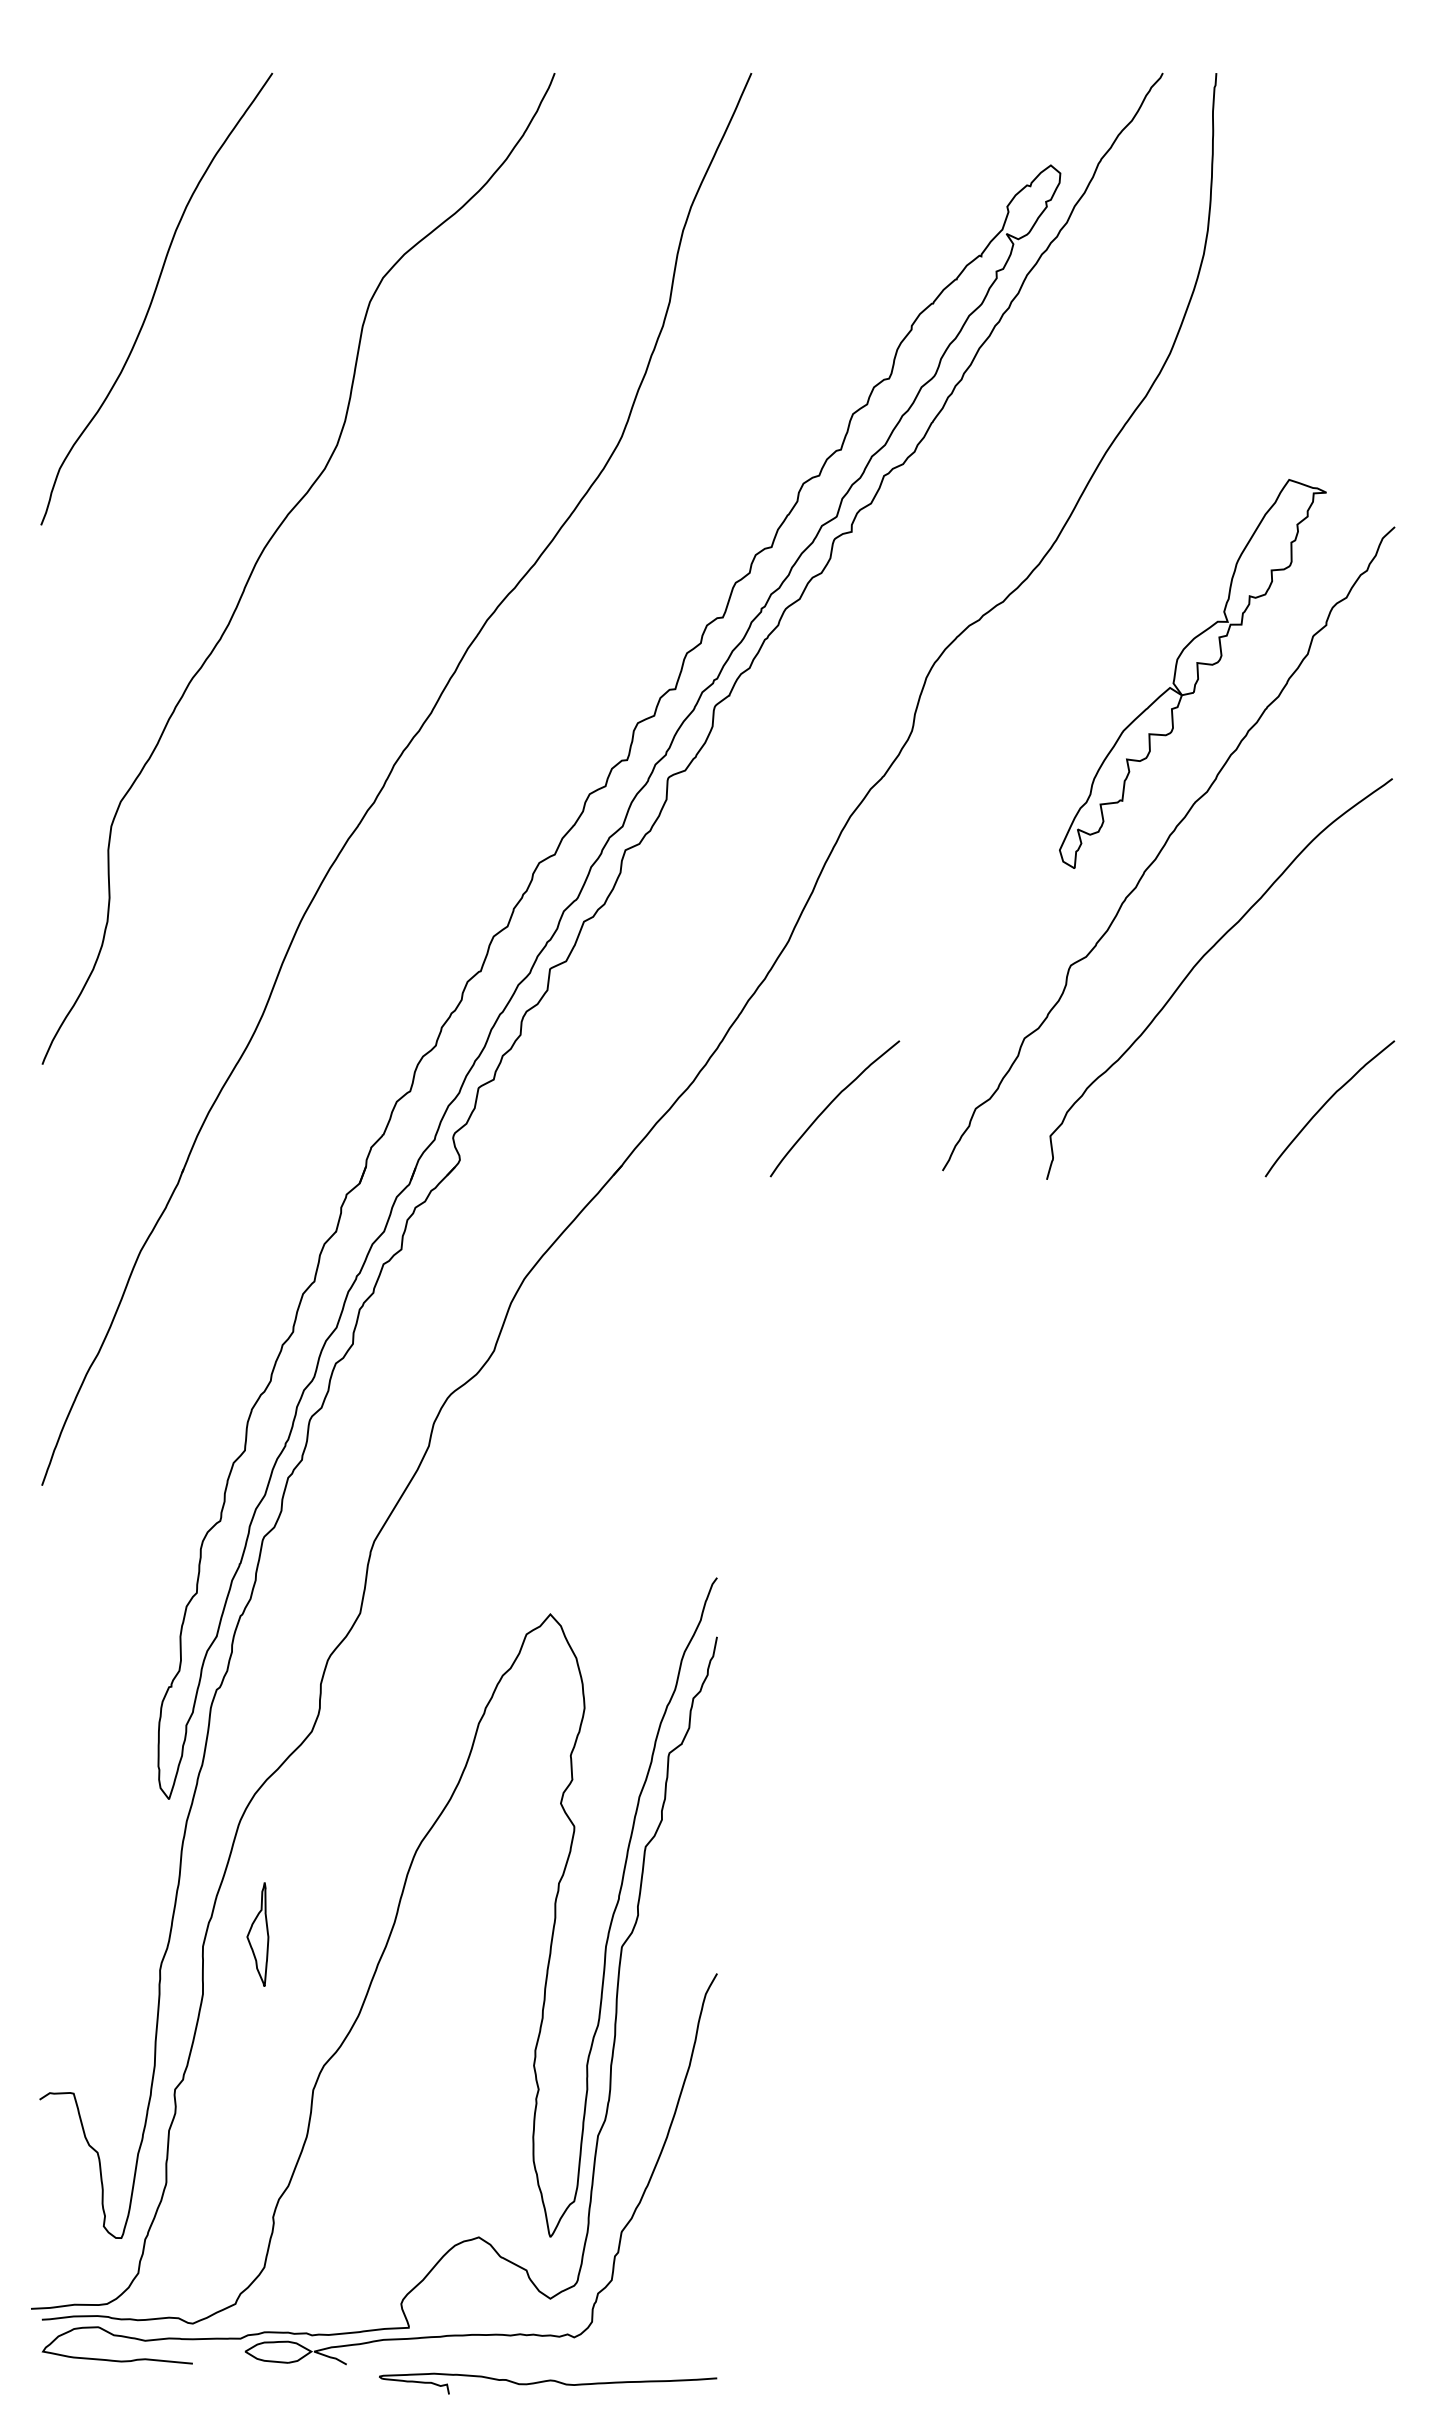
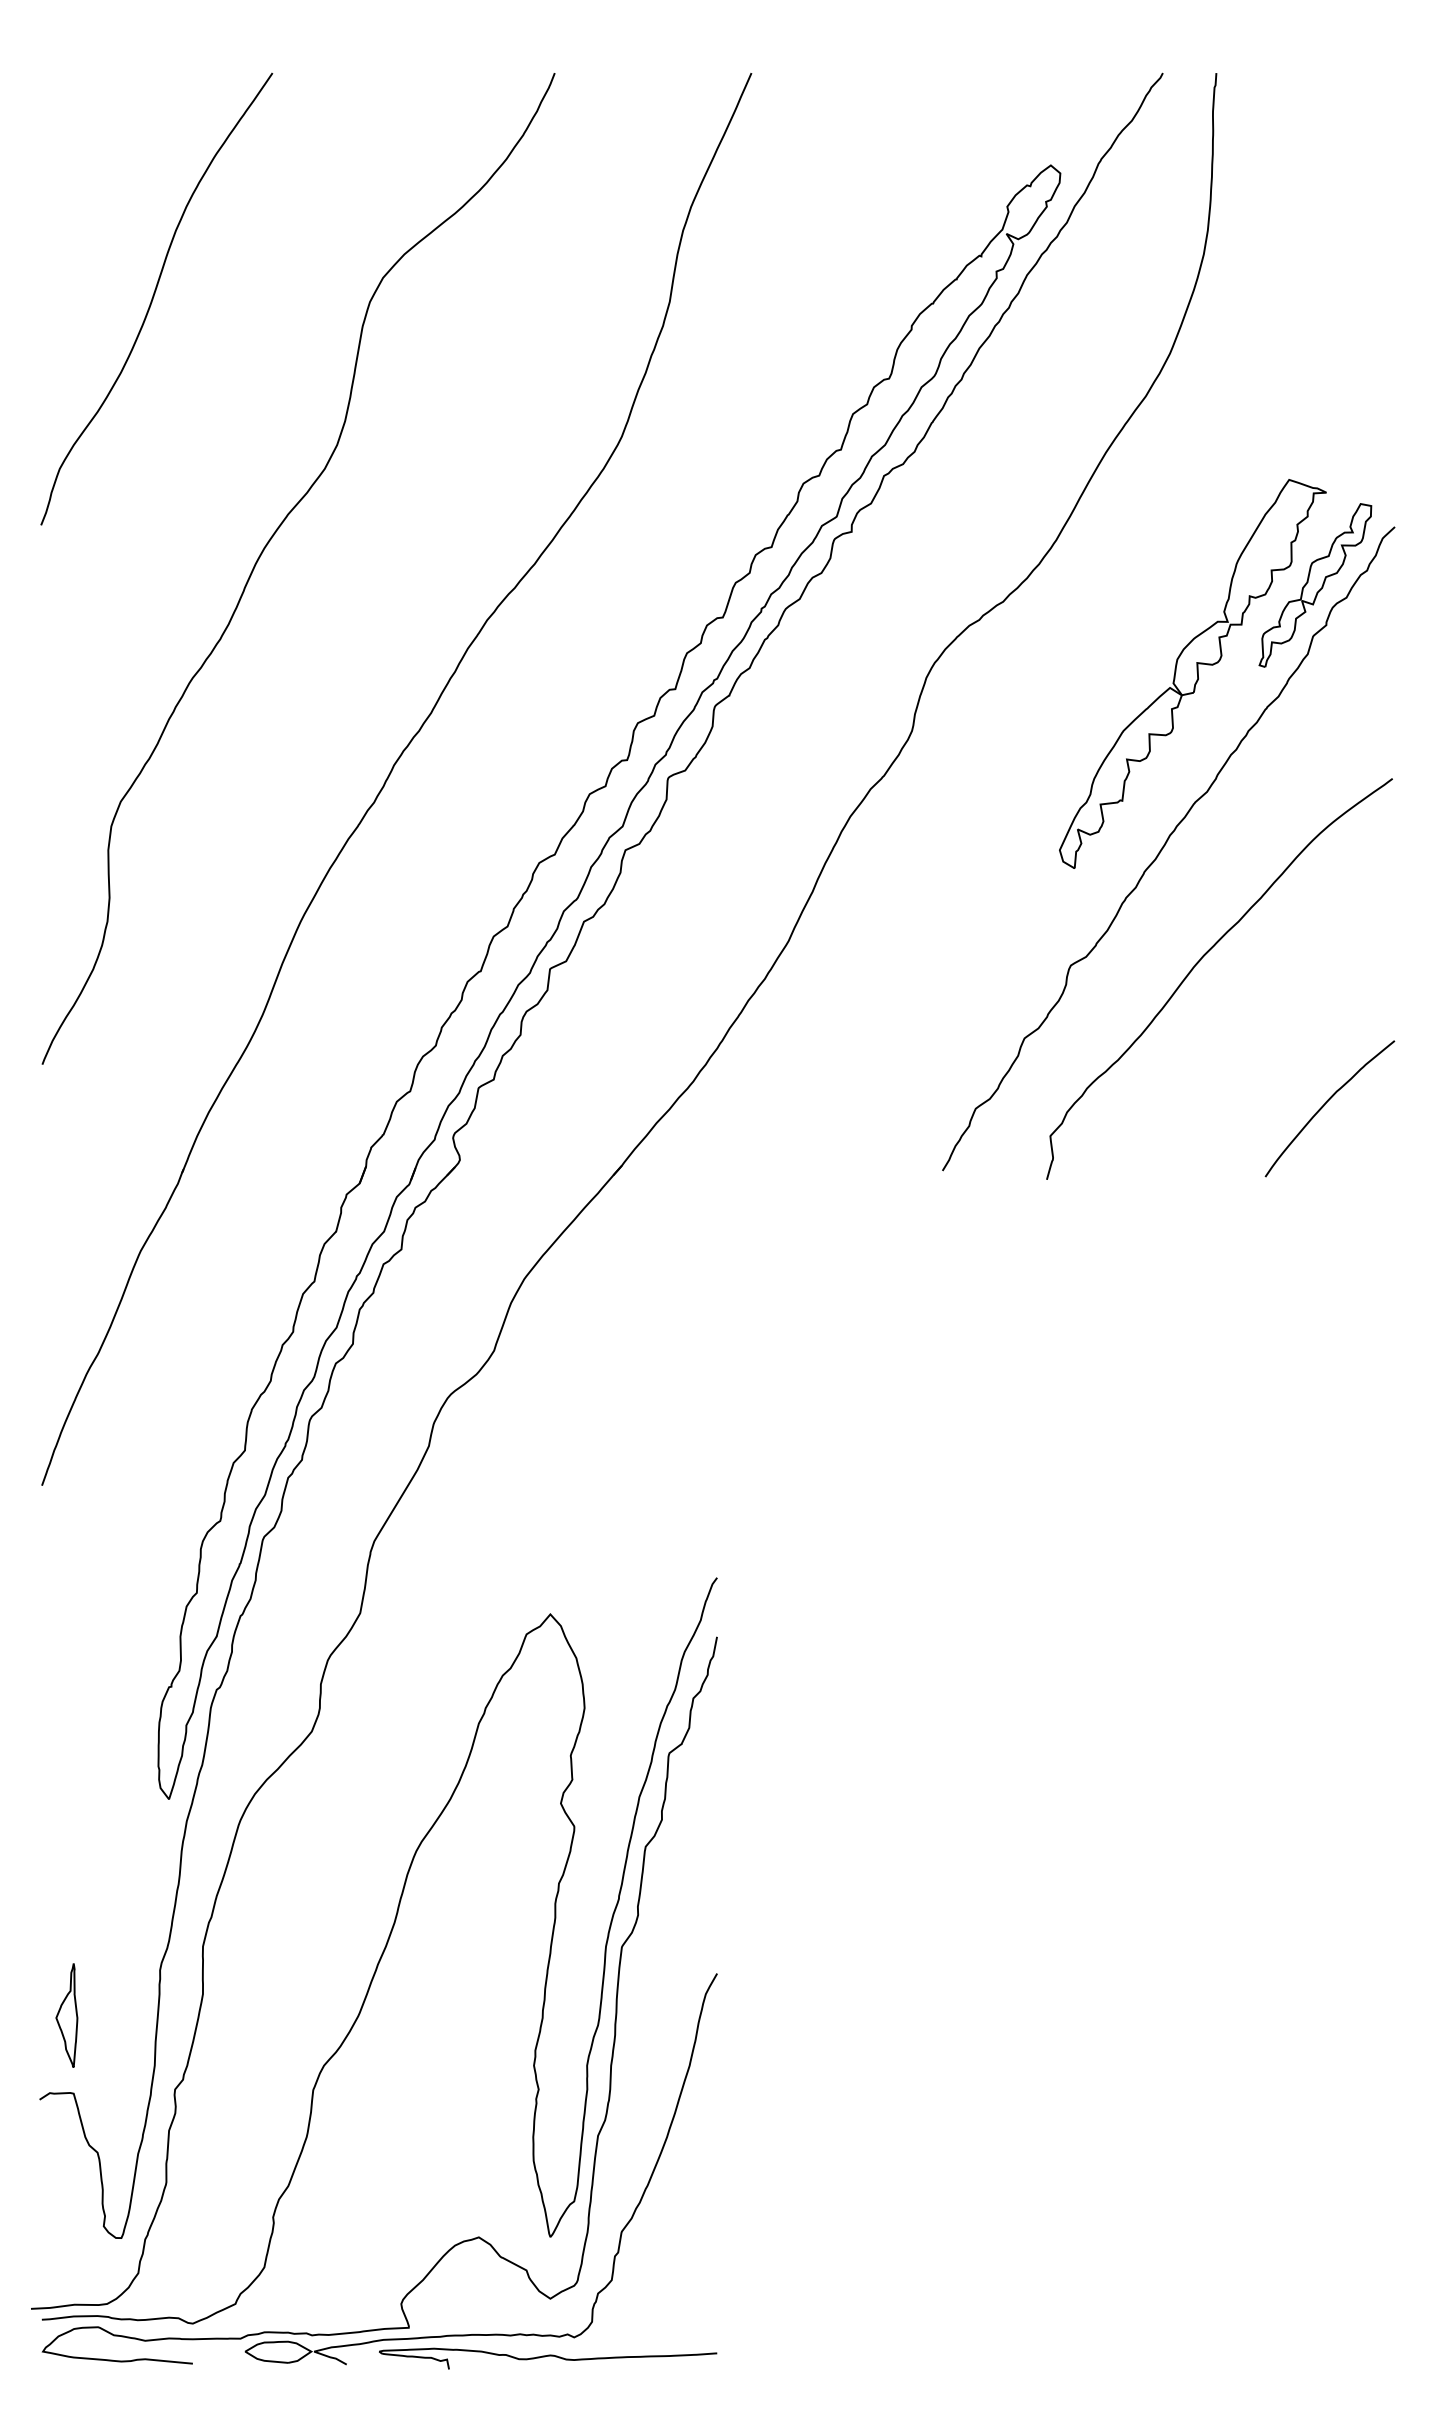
part at (1315, 585): none -> present
curve at (829, 1106): present -> none
part at (257, 1934) position: (257, 1934) -> (66, 2015)
curve at (548, 2381) position: (548, 2381) -> (548, 2356)
